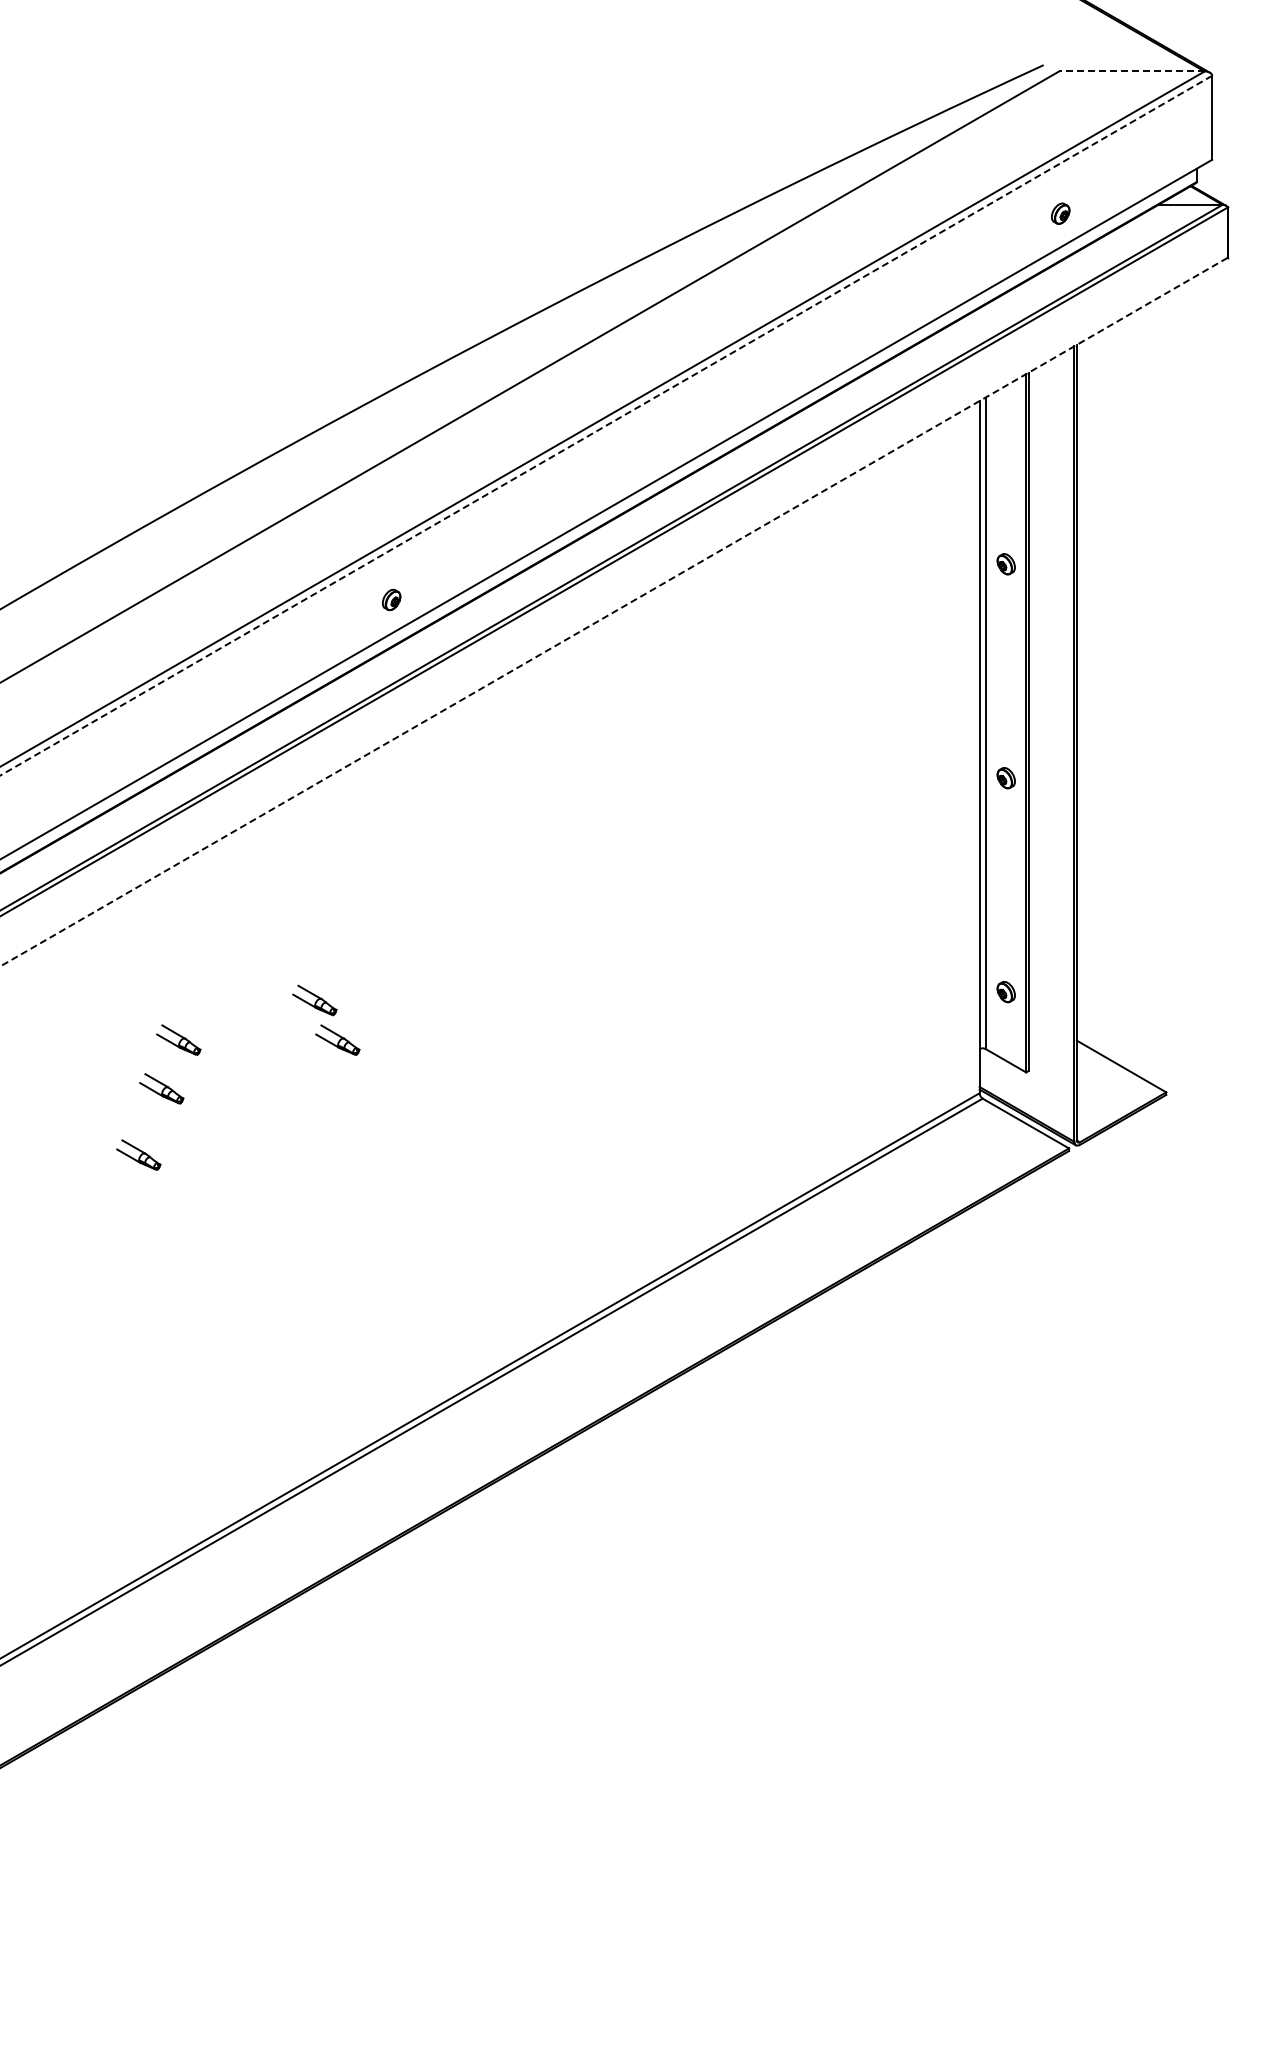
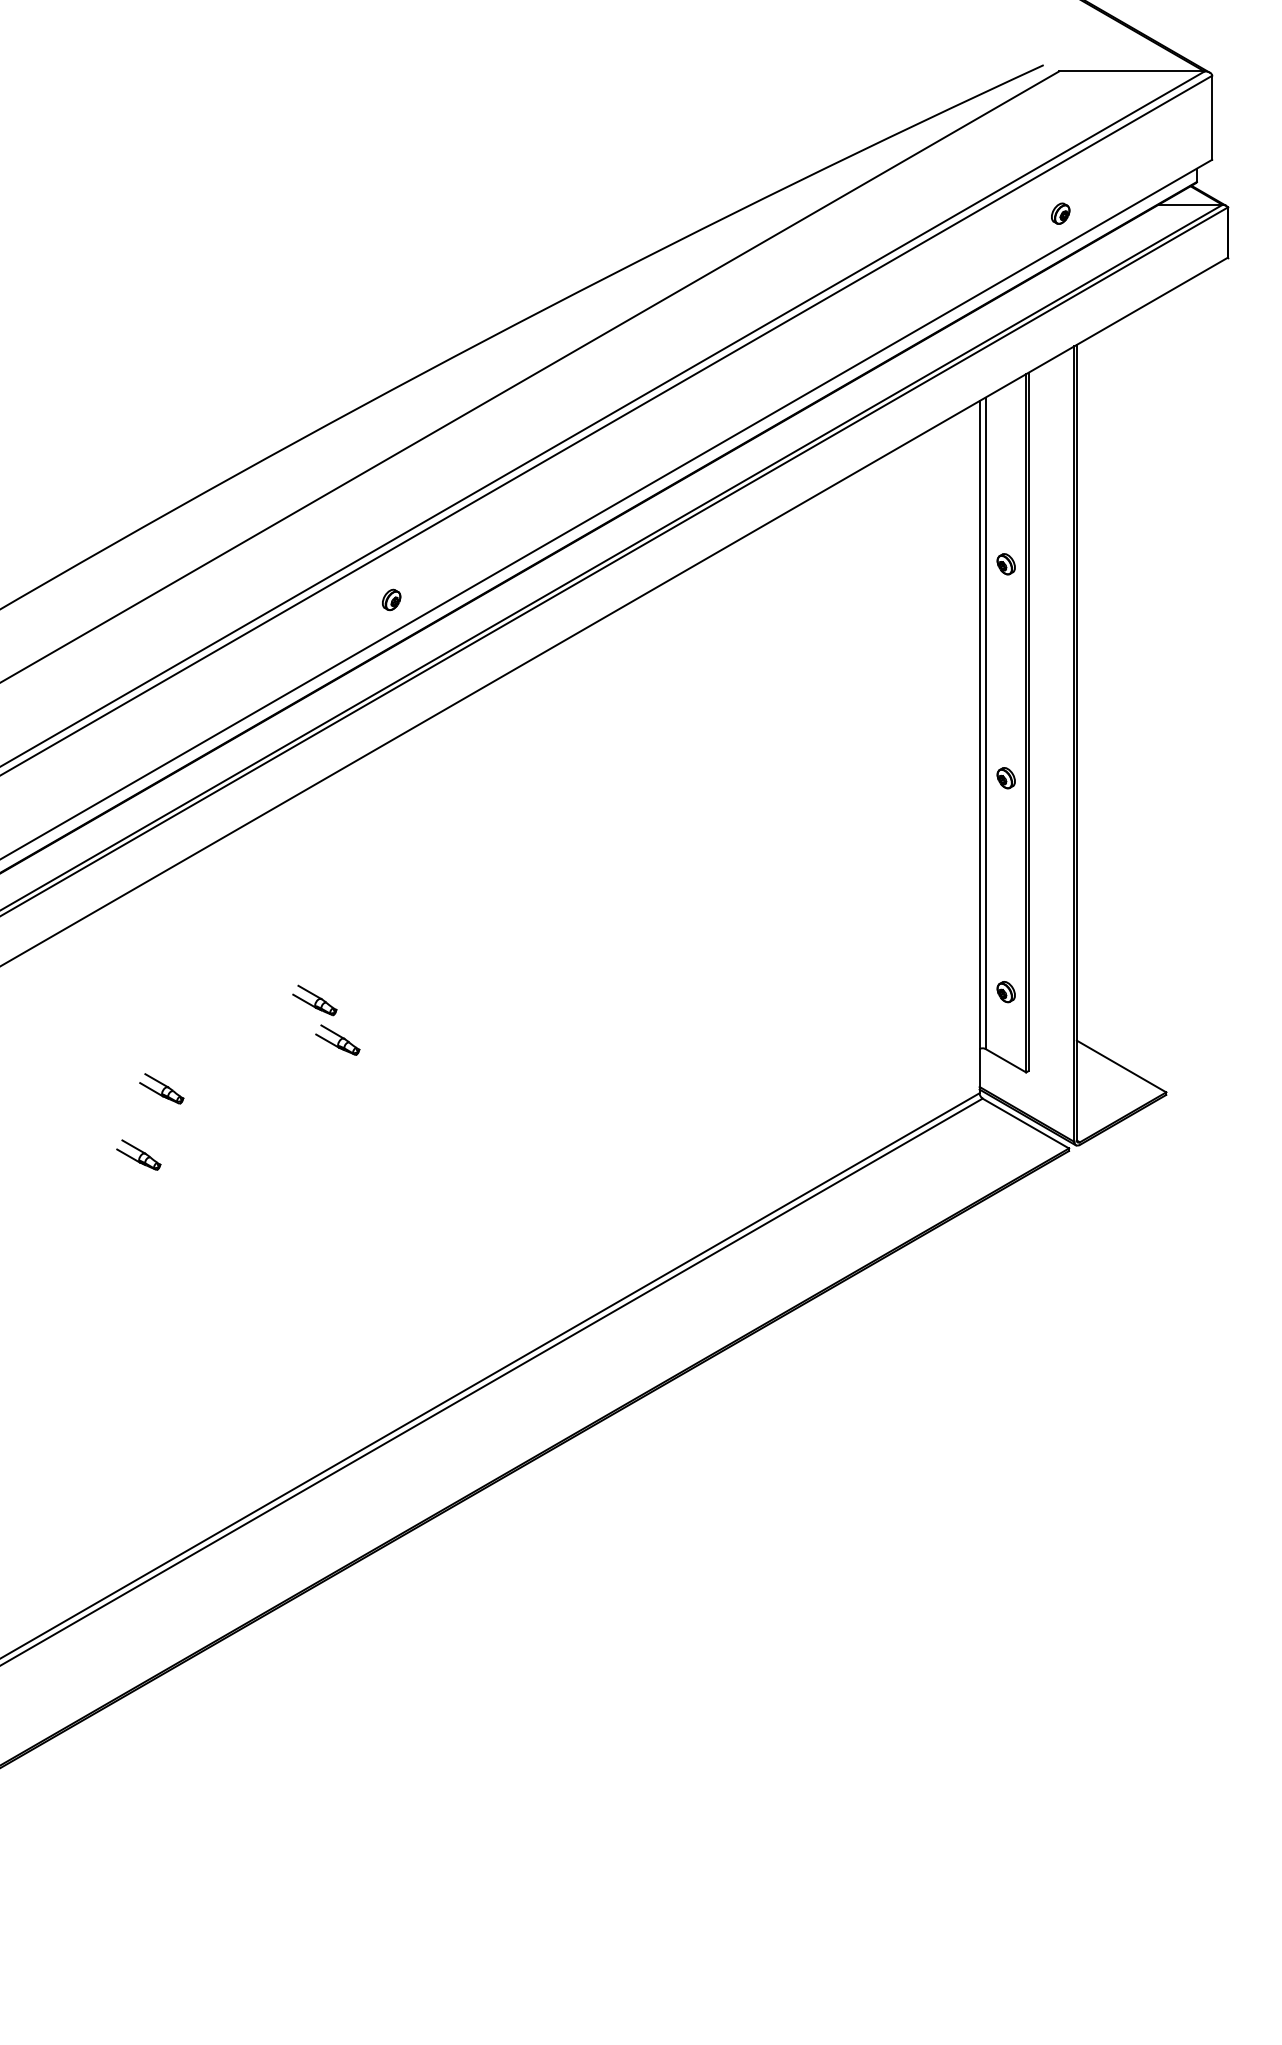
line at (1131, 71): dashed -> solid
line at (605, 425): dashed -> solid
line at (613, 612): dashed -> solid
part at (178, 1039): present -> none
